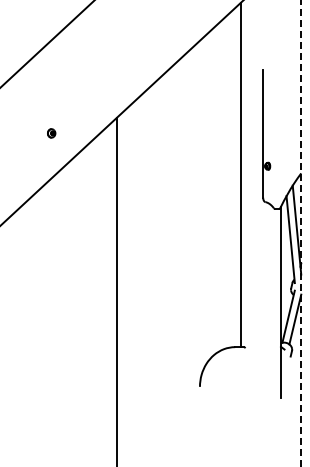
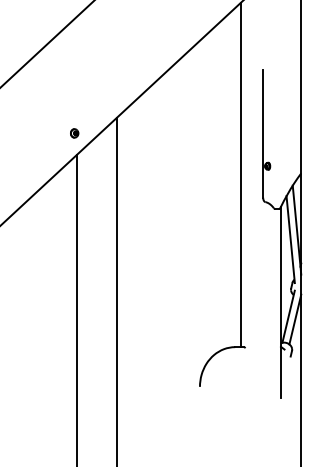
part at (51, 133) position: (51, 133) -> (74, 133)
line at (301, 232): dashed -> solid
line at (76, 309): none -> present
